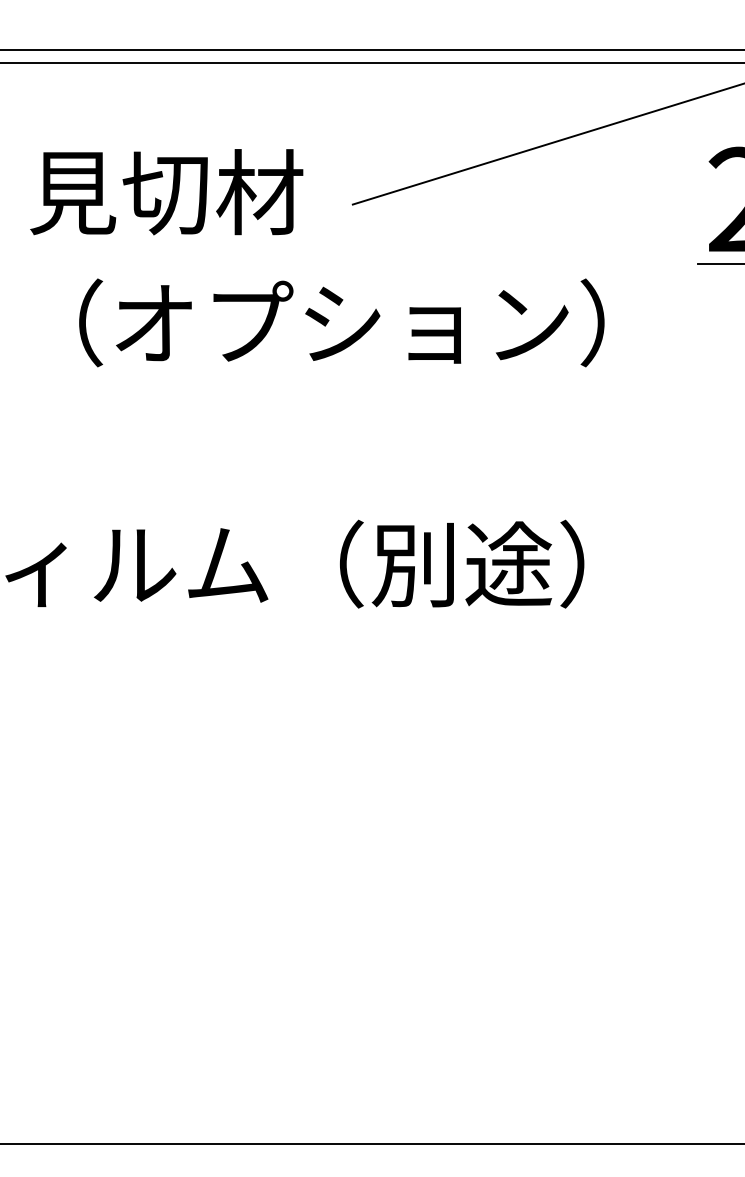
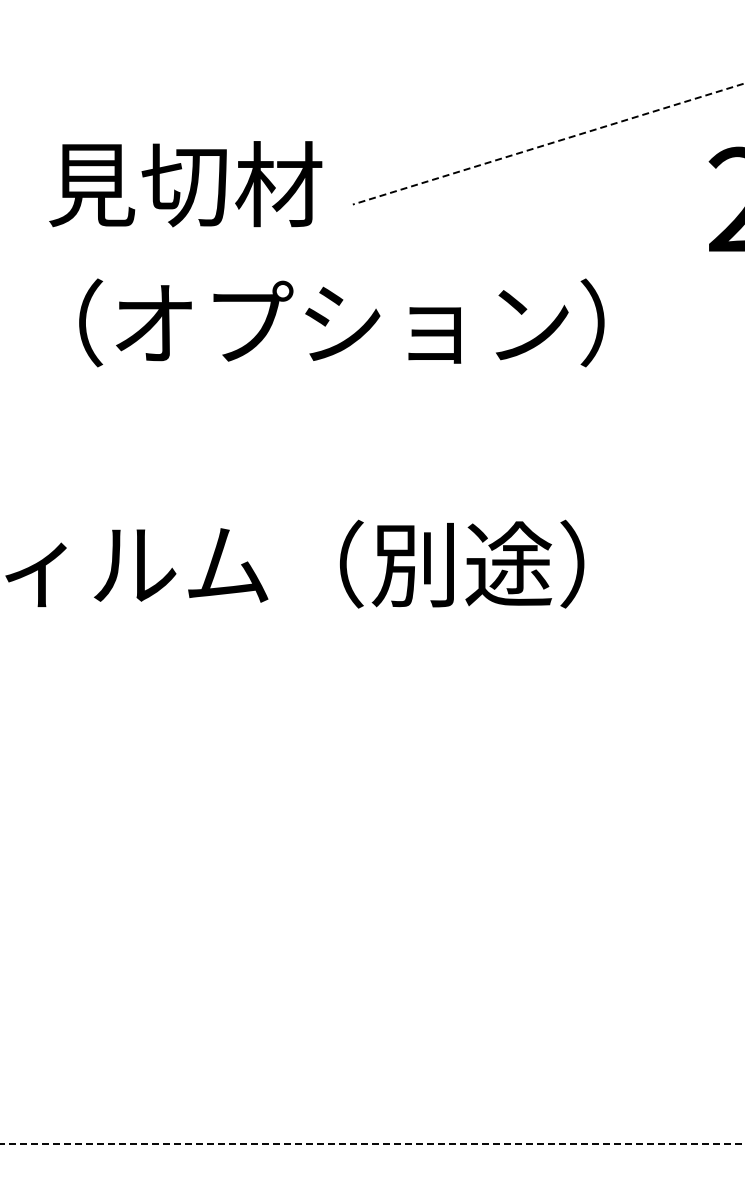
line at (371, 49): present -> none
line at (371, 62): present -> none
line at (548, 144): solid -> dashed
text at (166, 192) position: (166, 192) -> (185, 184)
line at (719, 264): present -> none
line at (372, 1143): solid -> dashed
